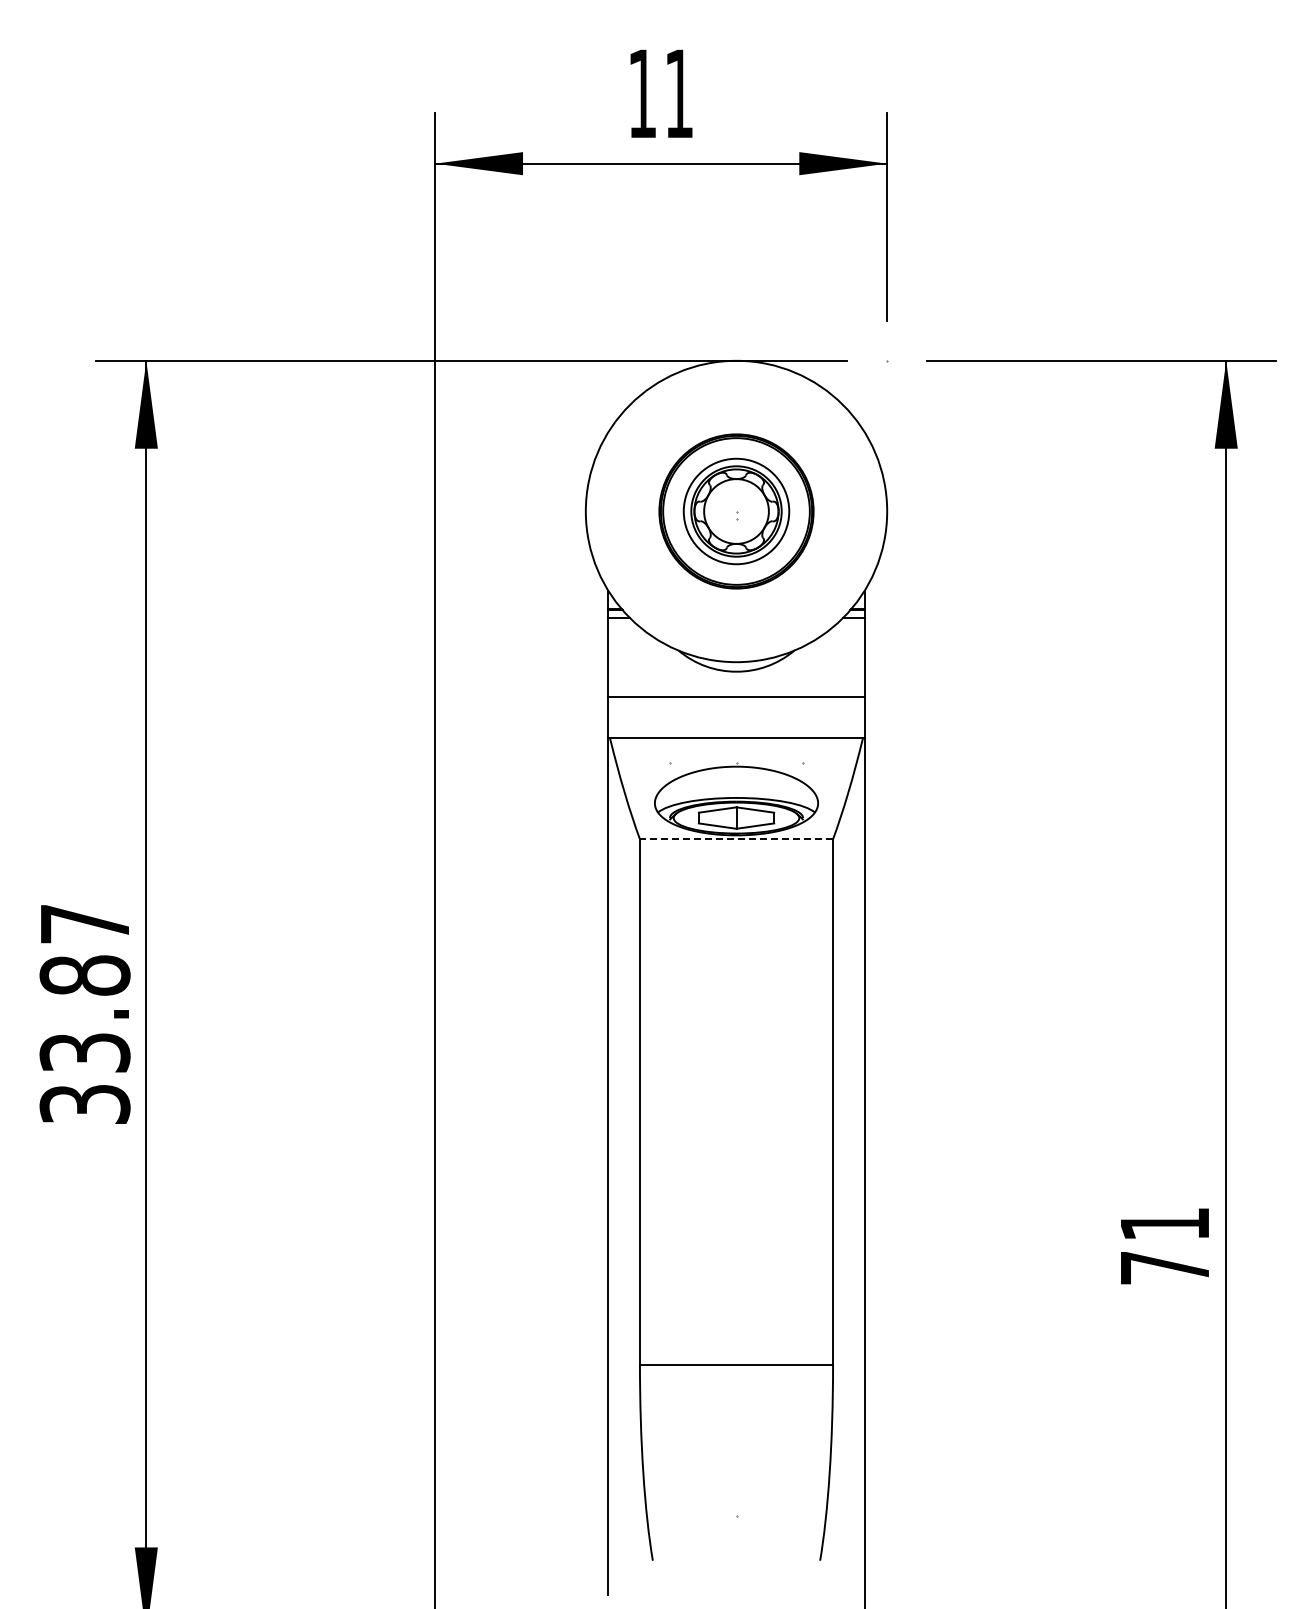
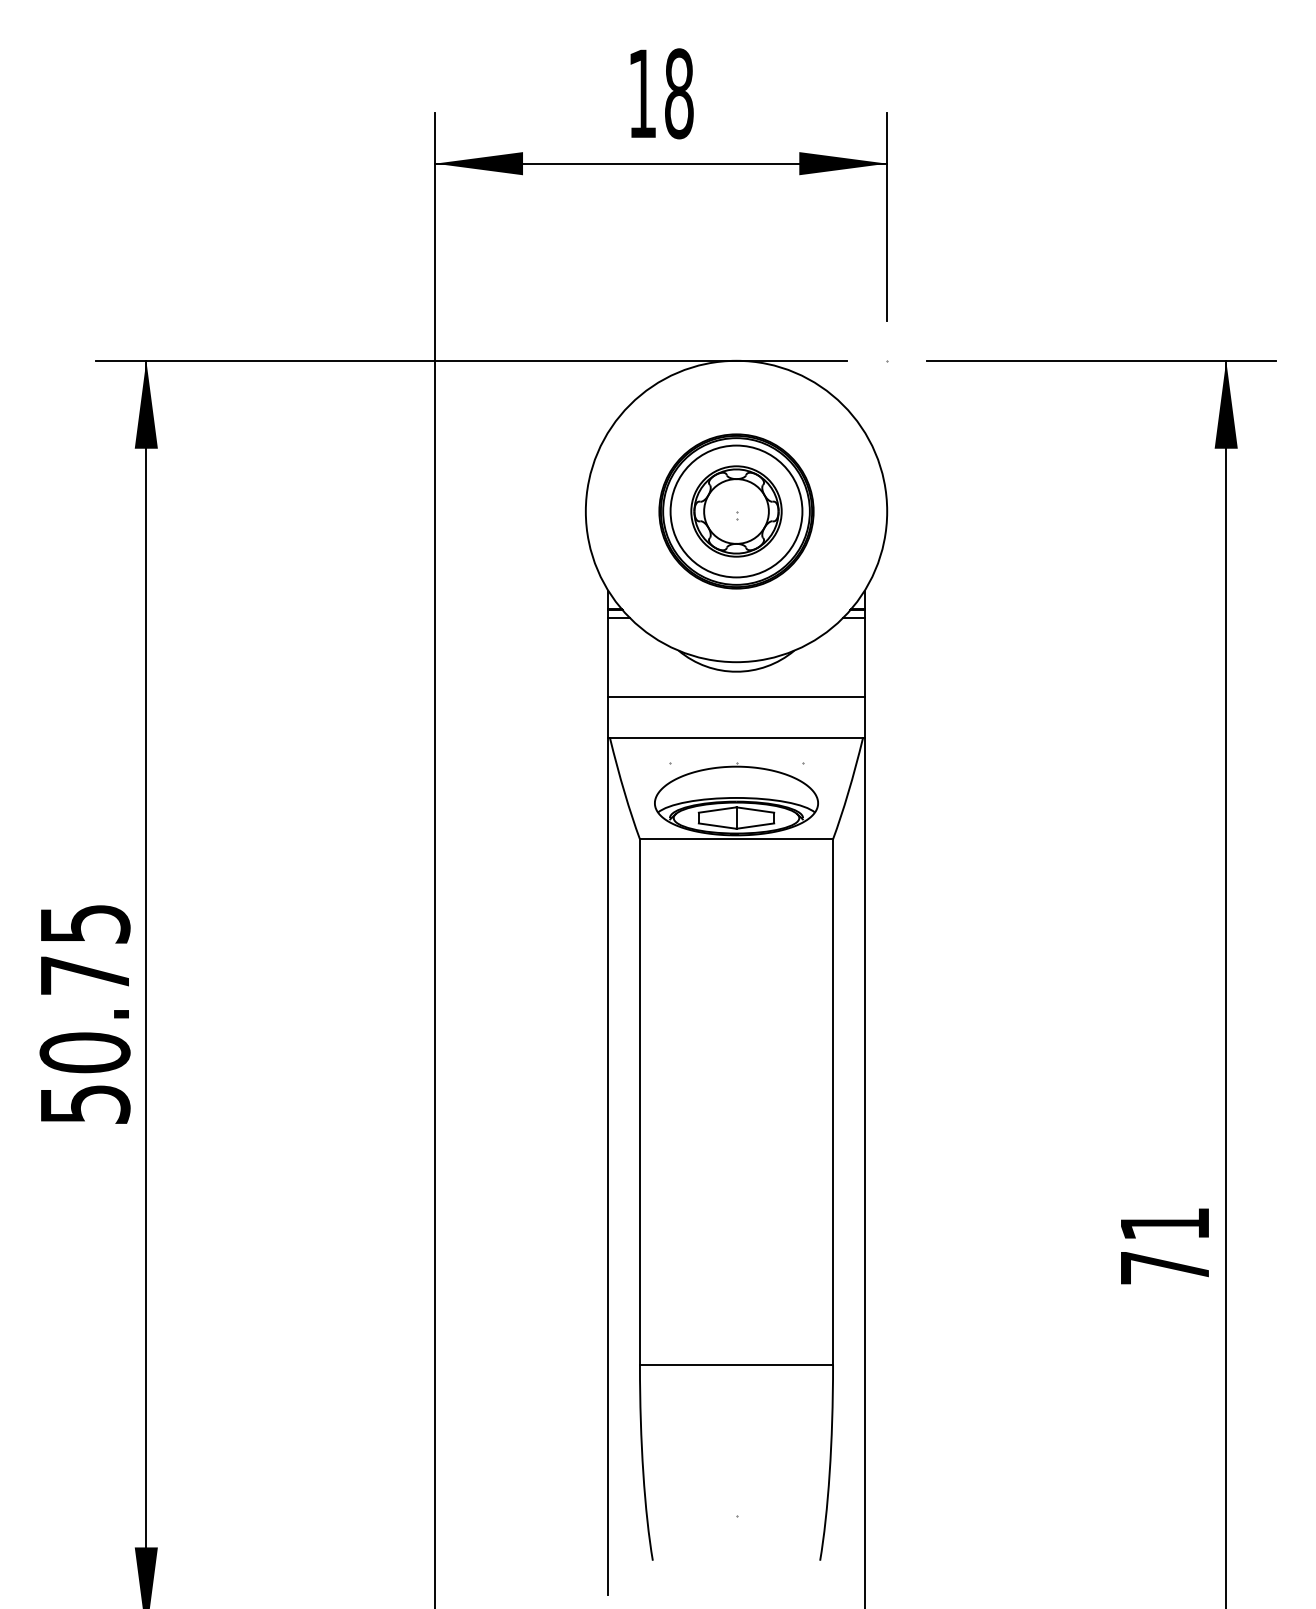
text at (679, 93): 11 -> 18
circle at (736, 511) diameter: 105 px -> 132 px
line at (736, 839): dashed -> solid
text at (84, 1014): 33.87 -> 50.75
